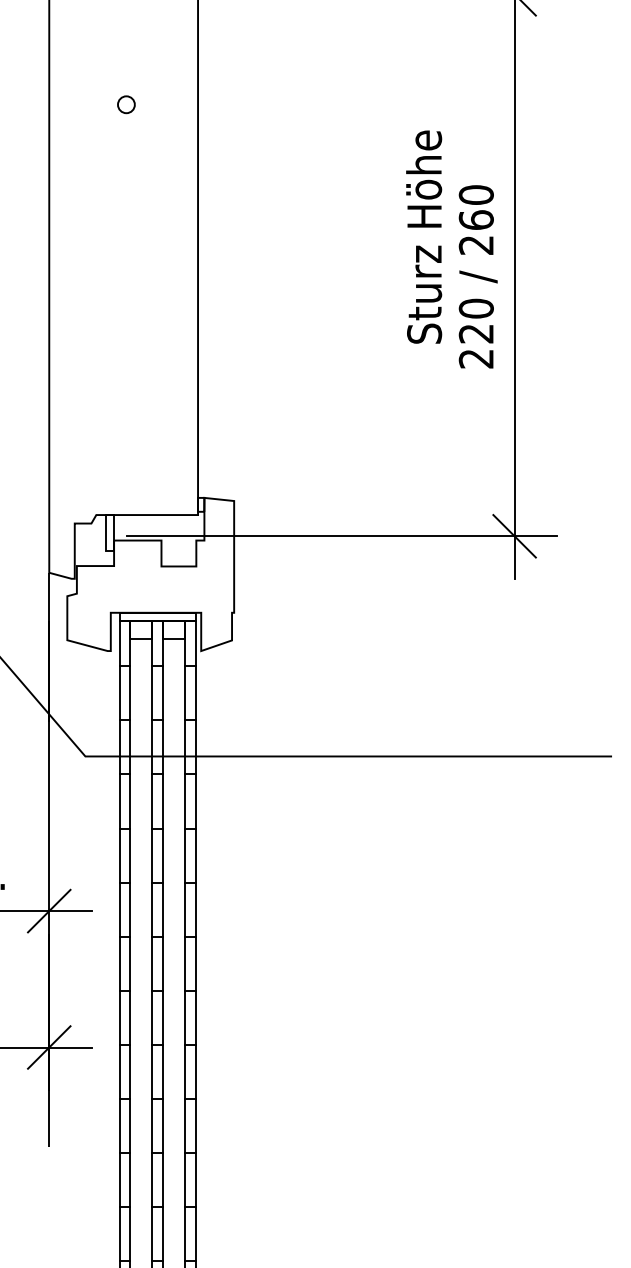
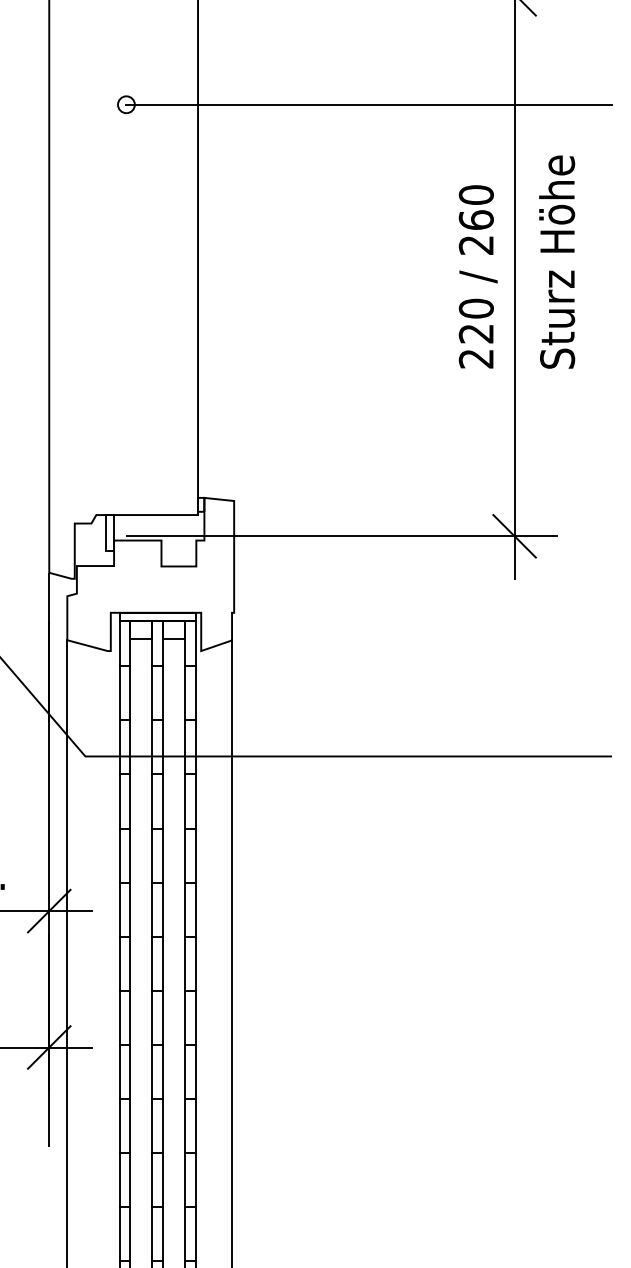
line at (369, 104): none -> present
text at (424, 236) position: (424, 236) -> (557, 261)
line at (67, 952): none -> present
line at (232, 952): none -> present
